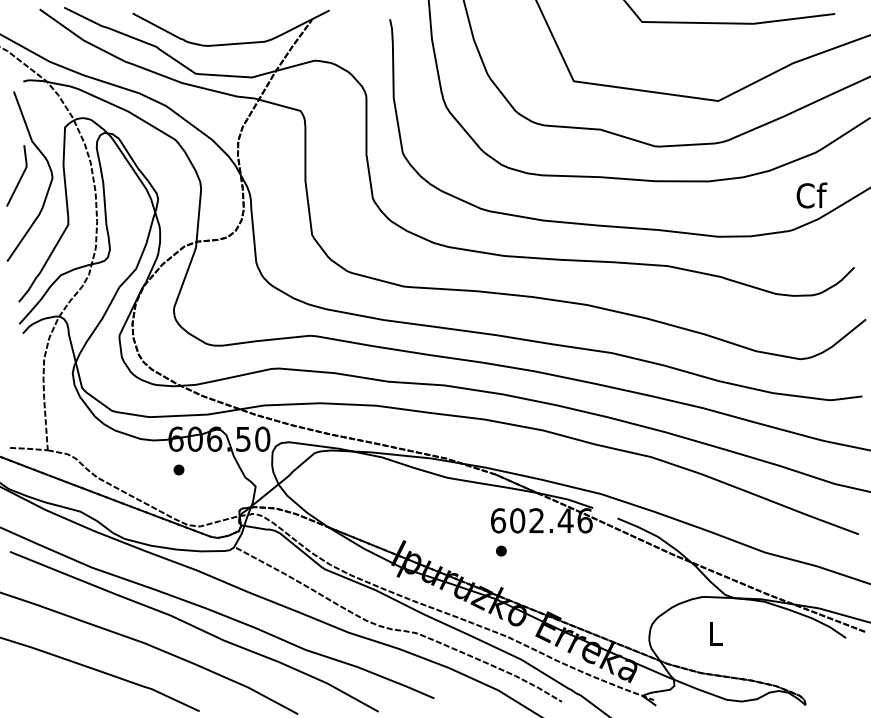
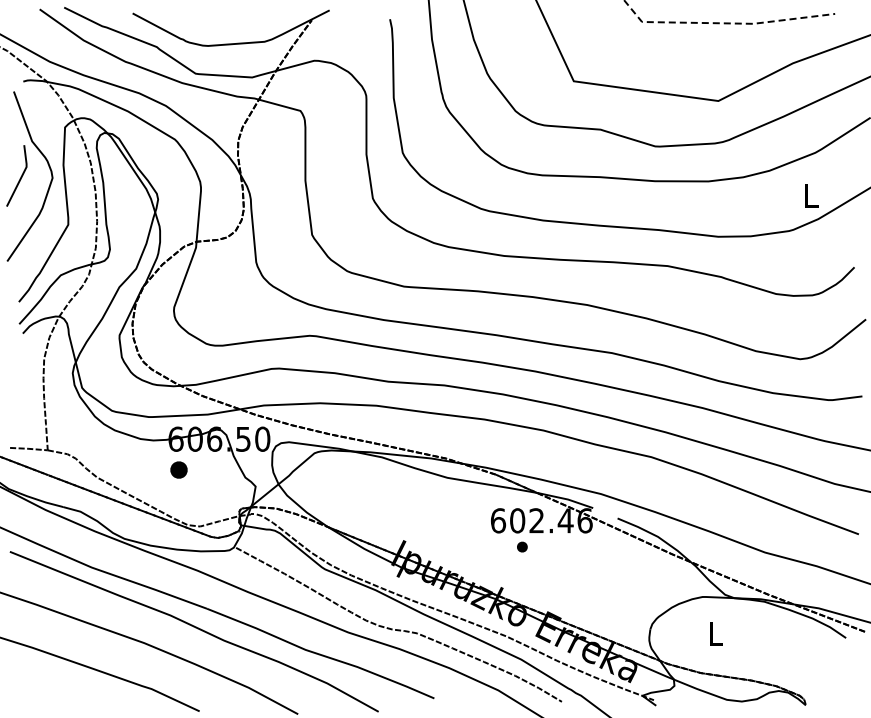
line at (725, 23): solid -> dashed
text at (811, 195): Cf -> L
part at (178, 469) size: 12x12 px -> 18x18 px
part at (501, 550) position: (501, 550) -> (522, 546)
